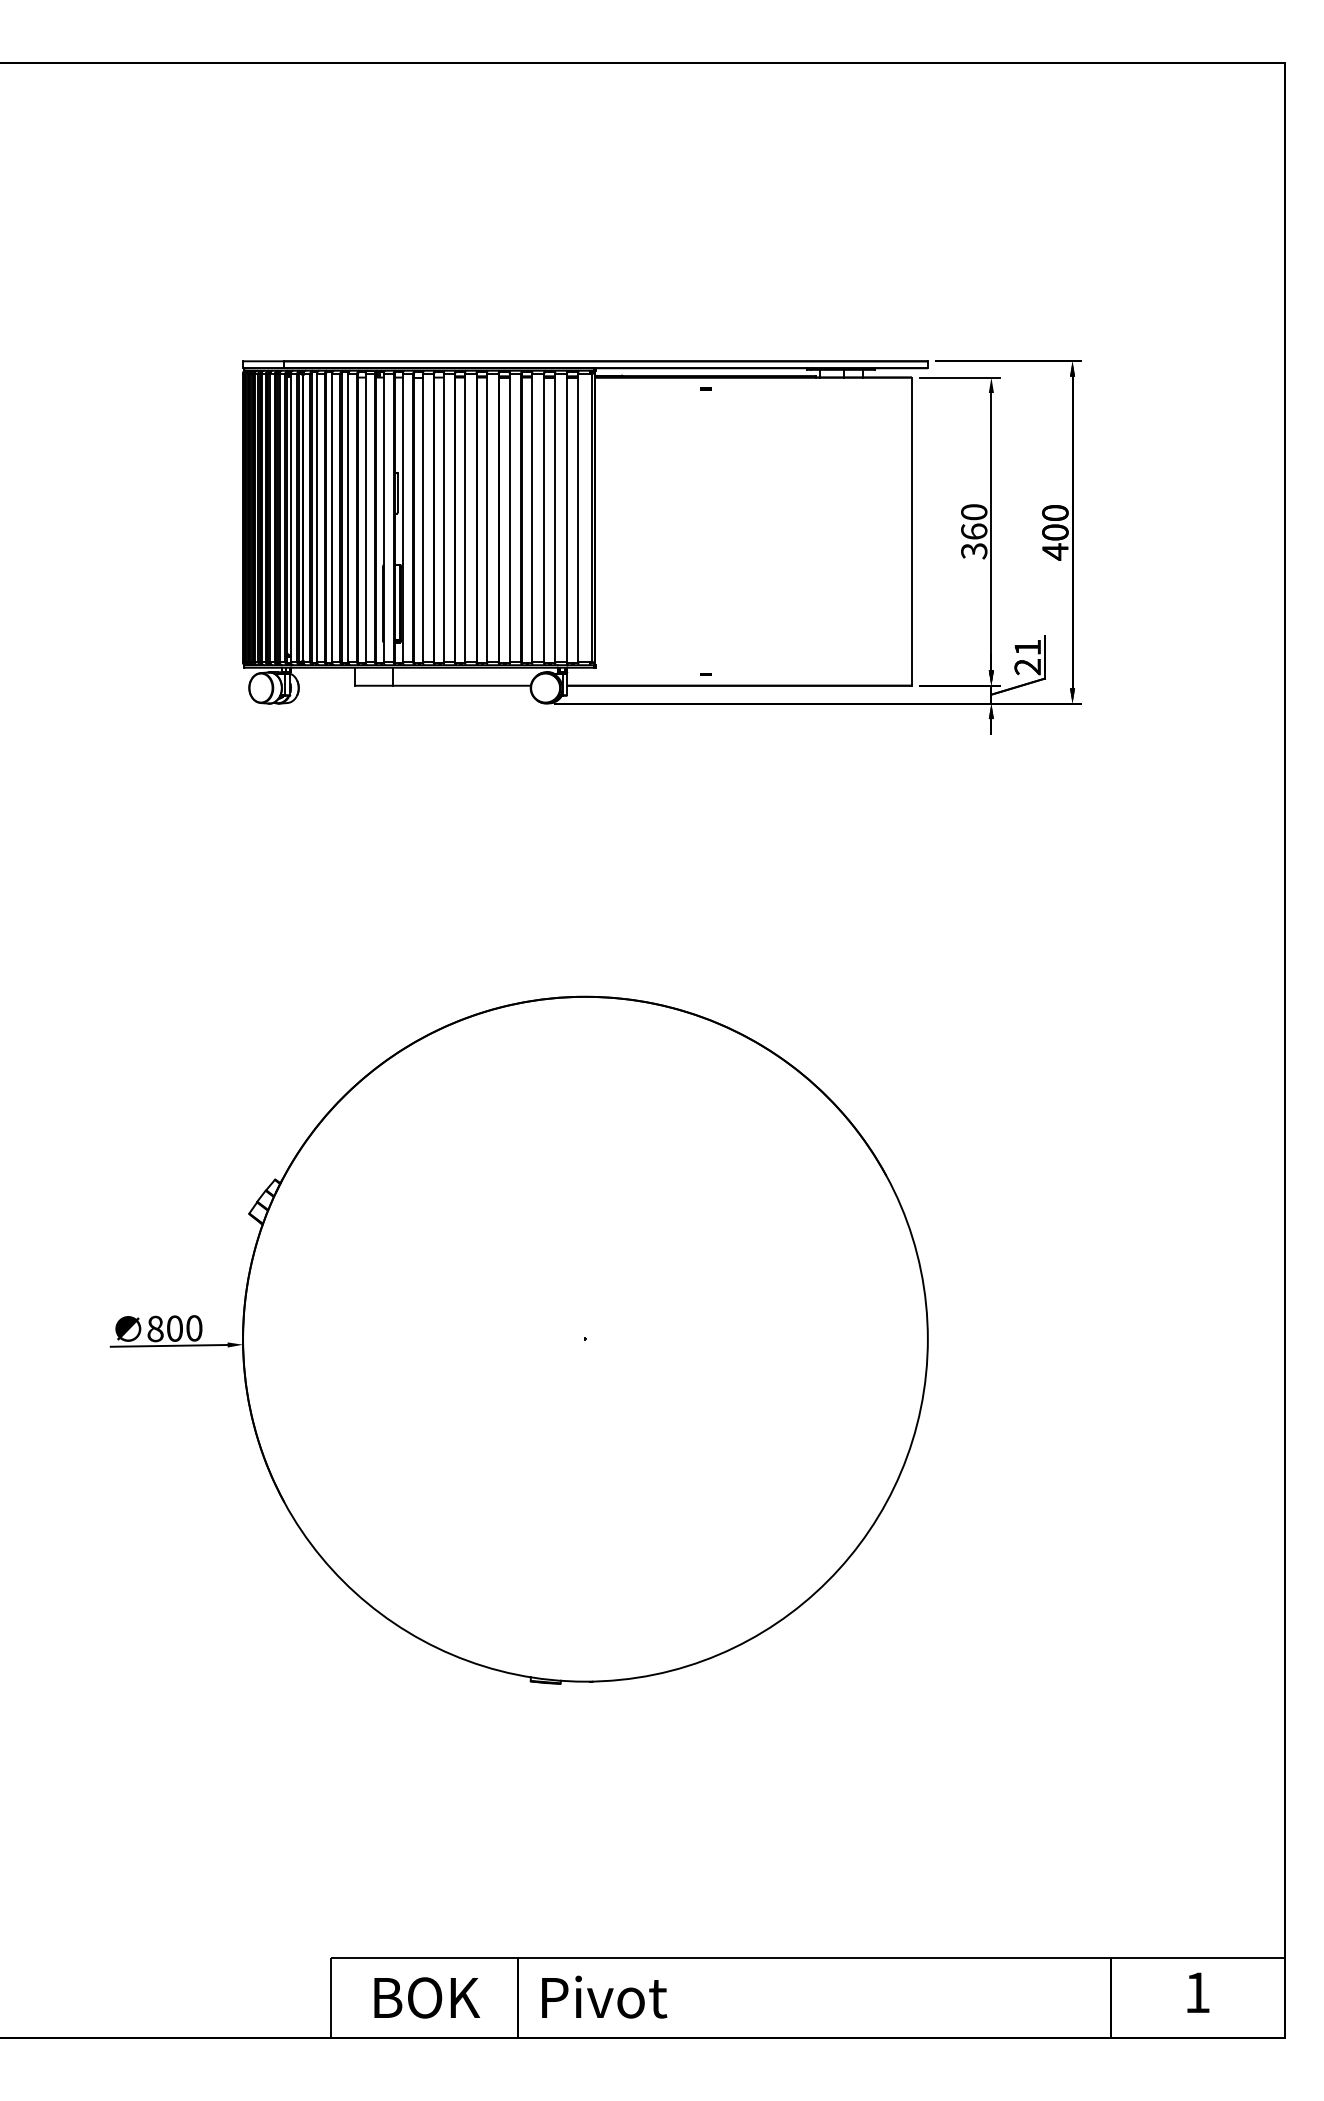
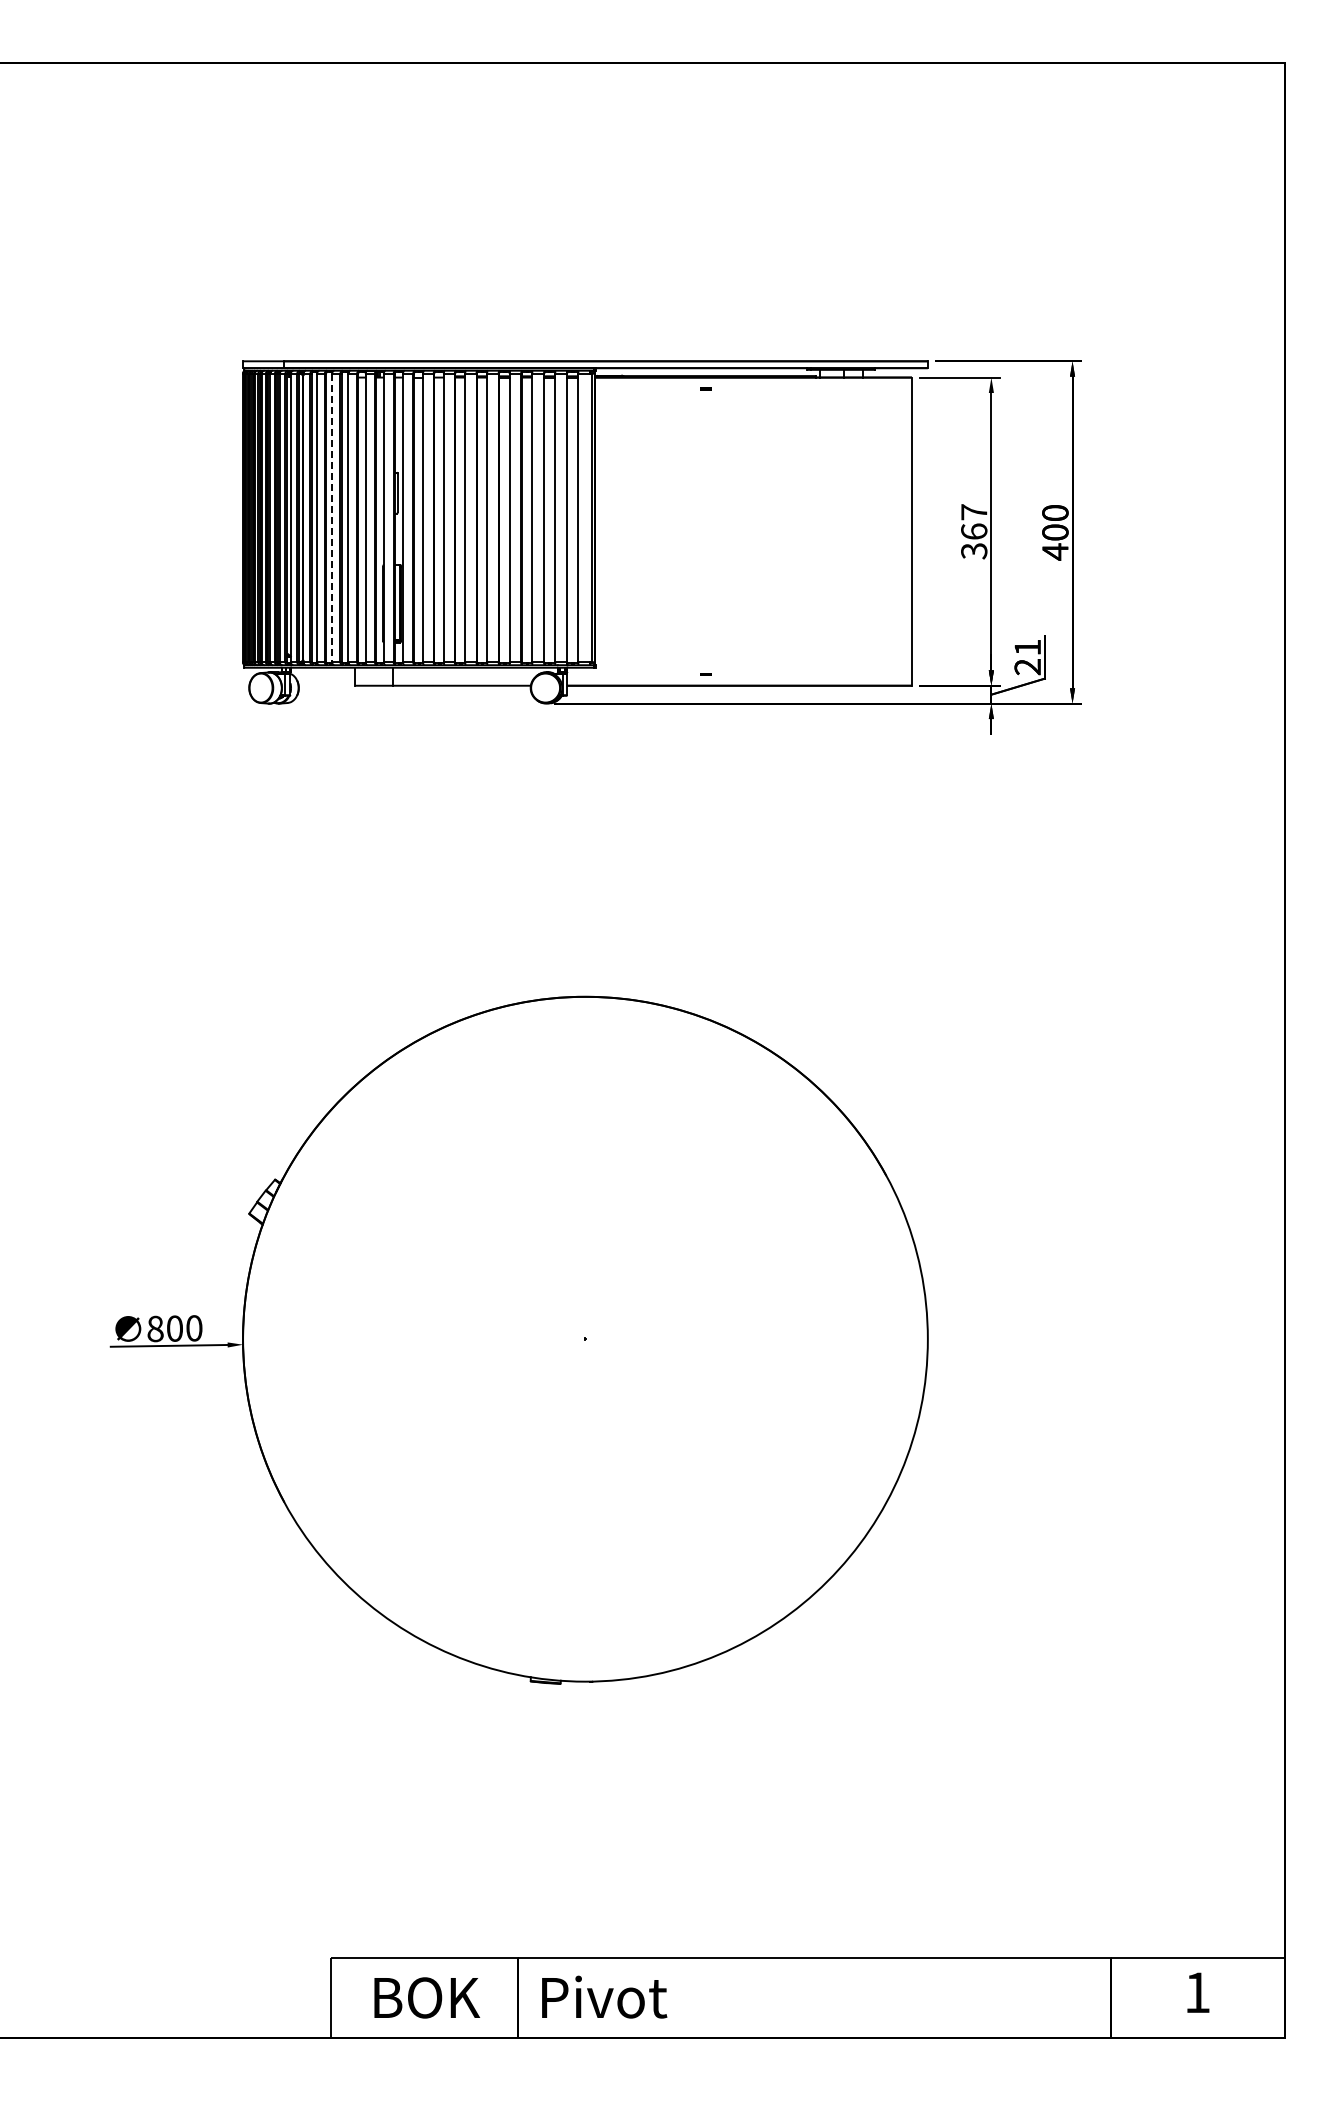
text at (974, 512): 360 -> 367
line at (332, 518): solid -> dashed
